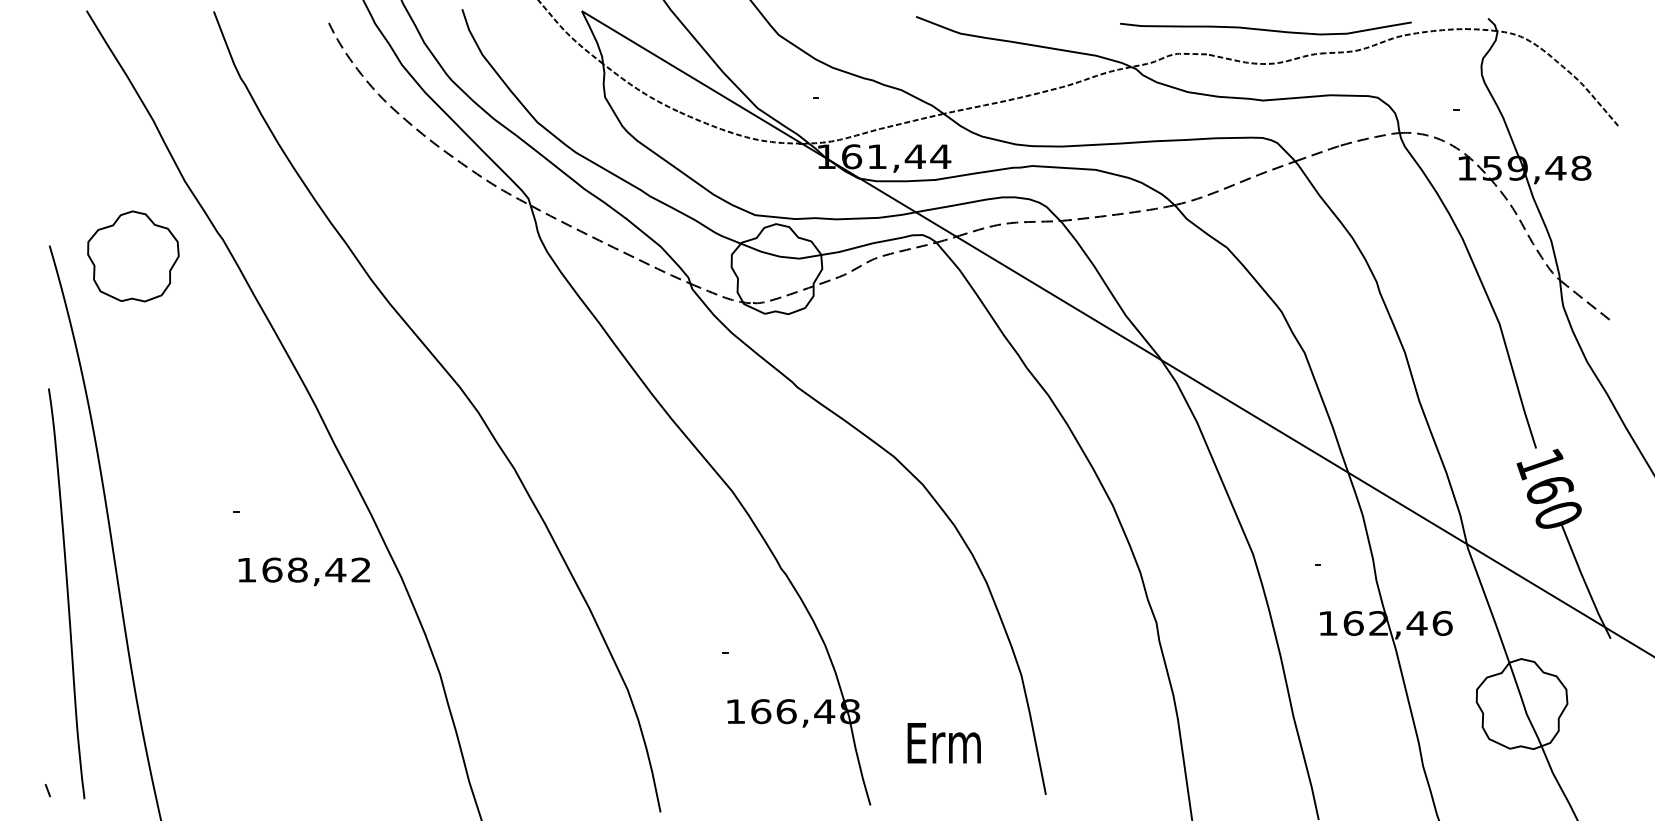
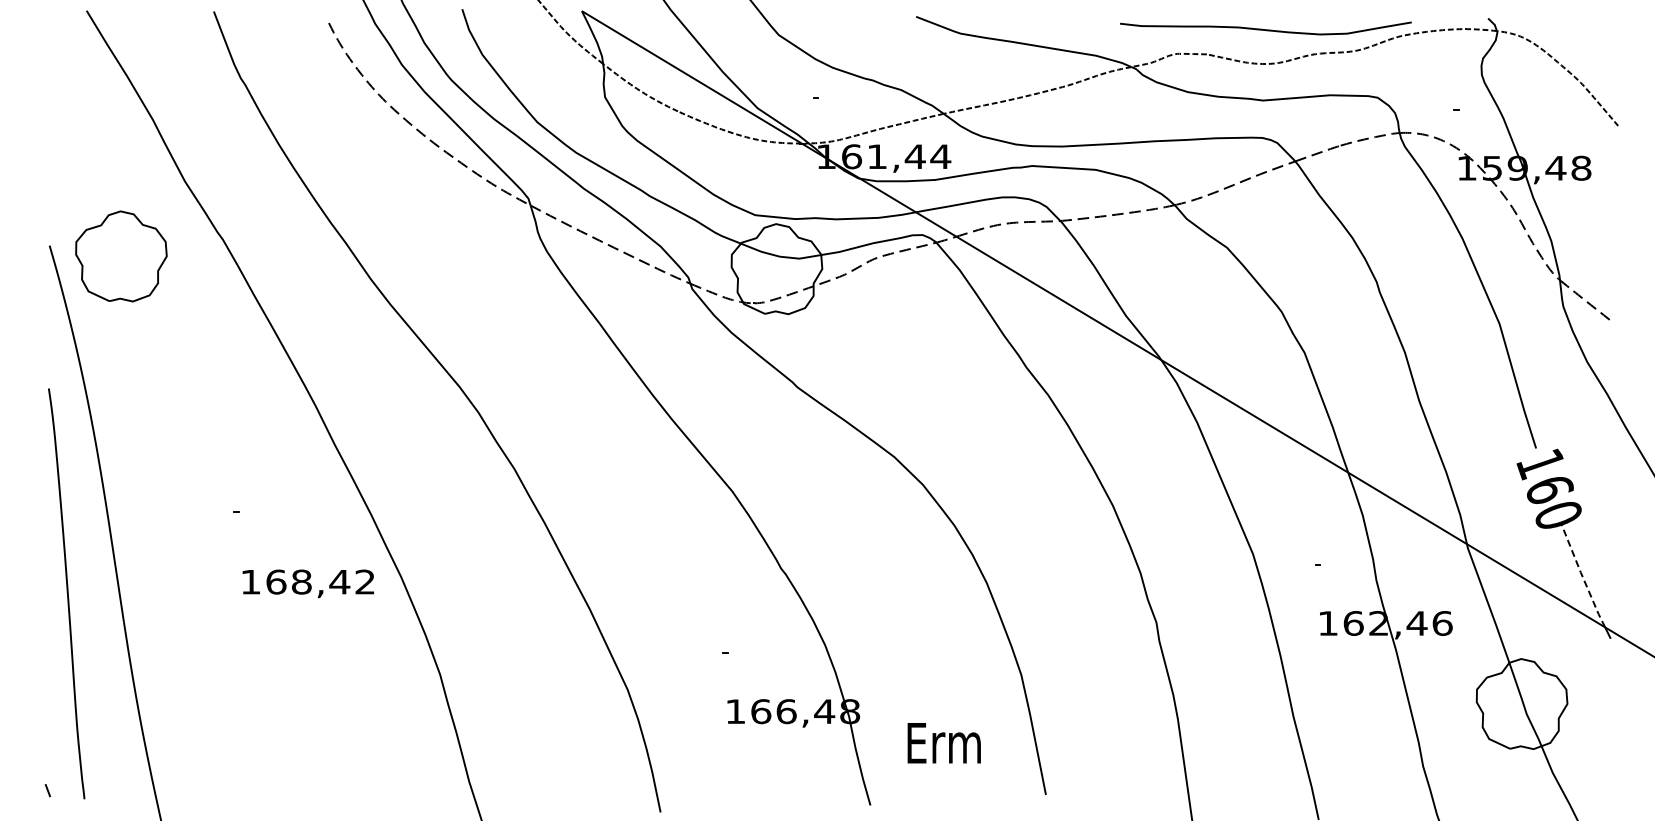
part at (133, 256) position: (133, 256) -> (121, 256)
text at (303, 571) position: (303, 571) -> (307, 583)
line at (1582, 575): solid -> dashed
